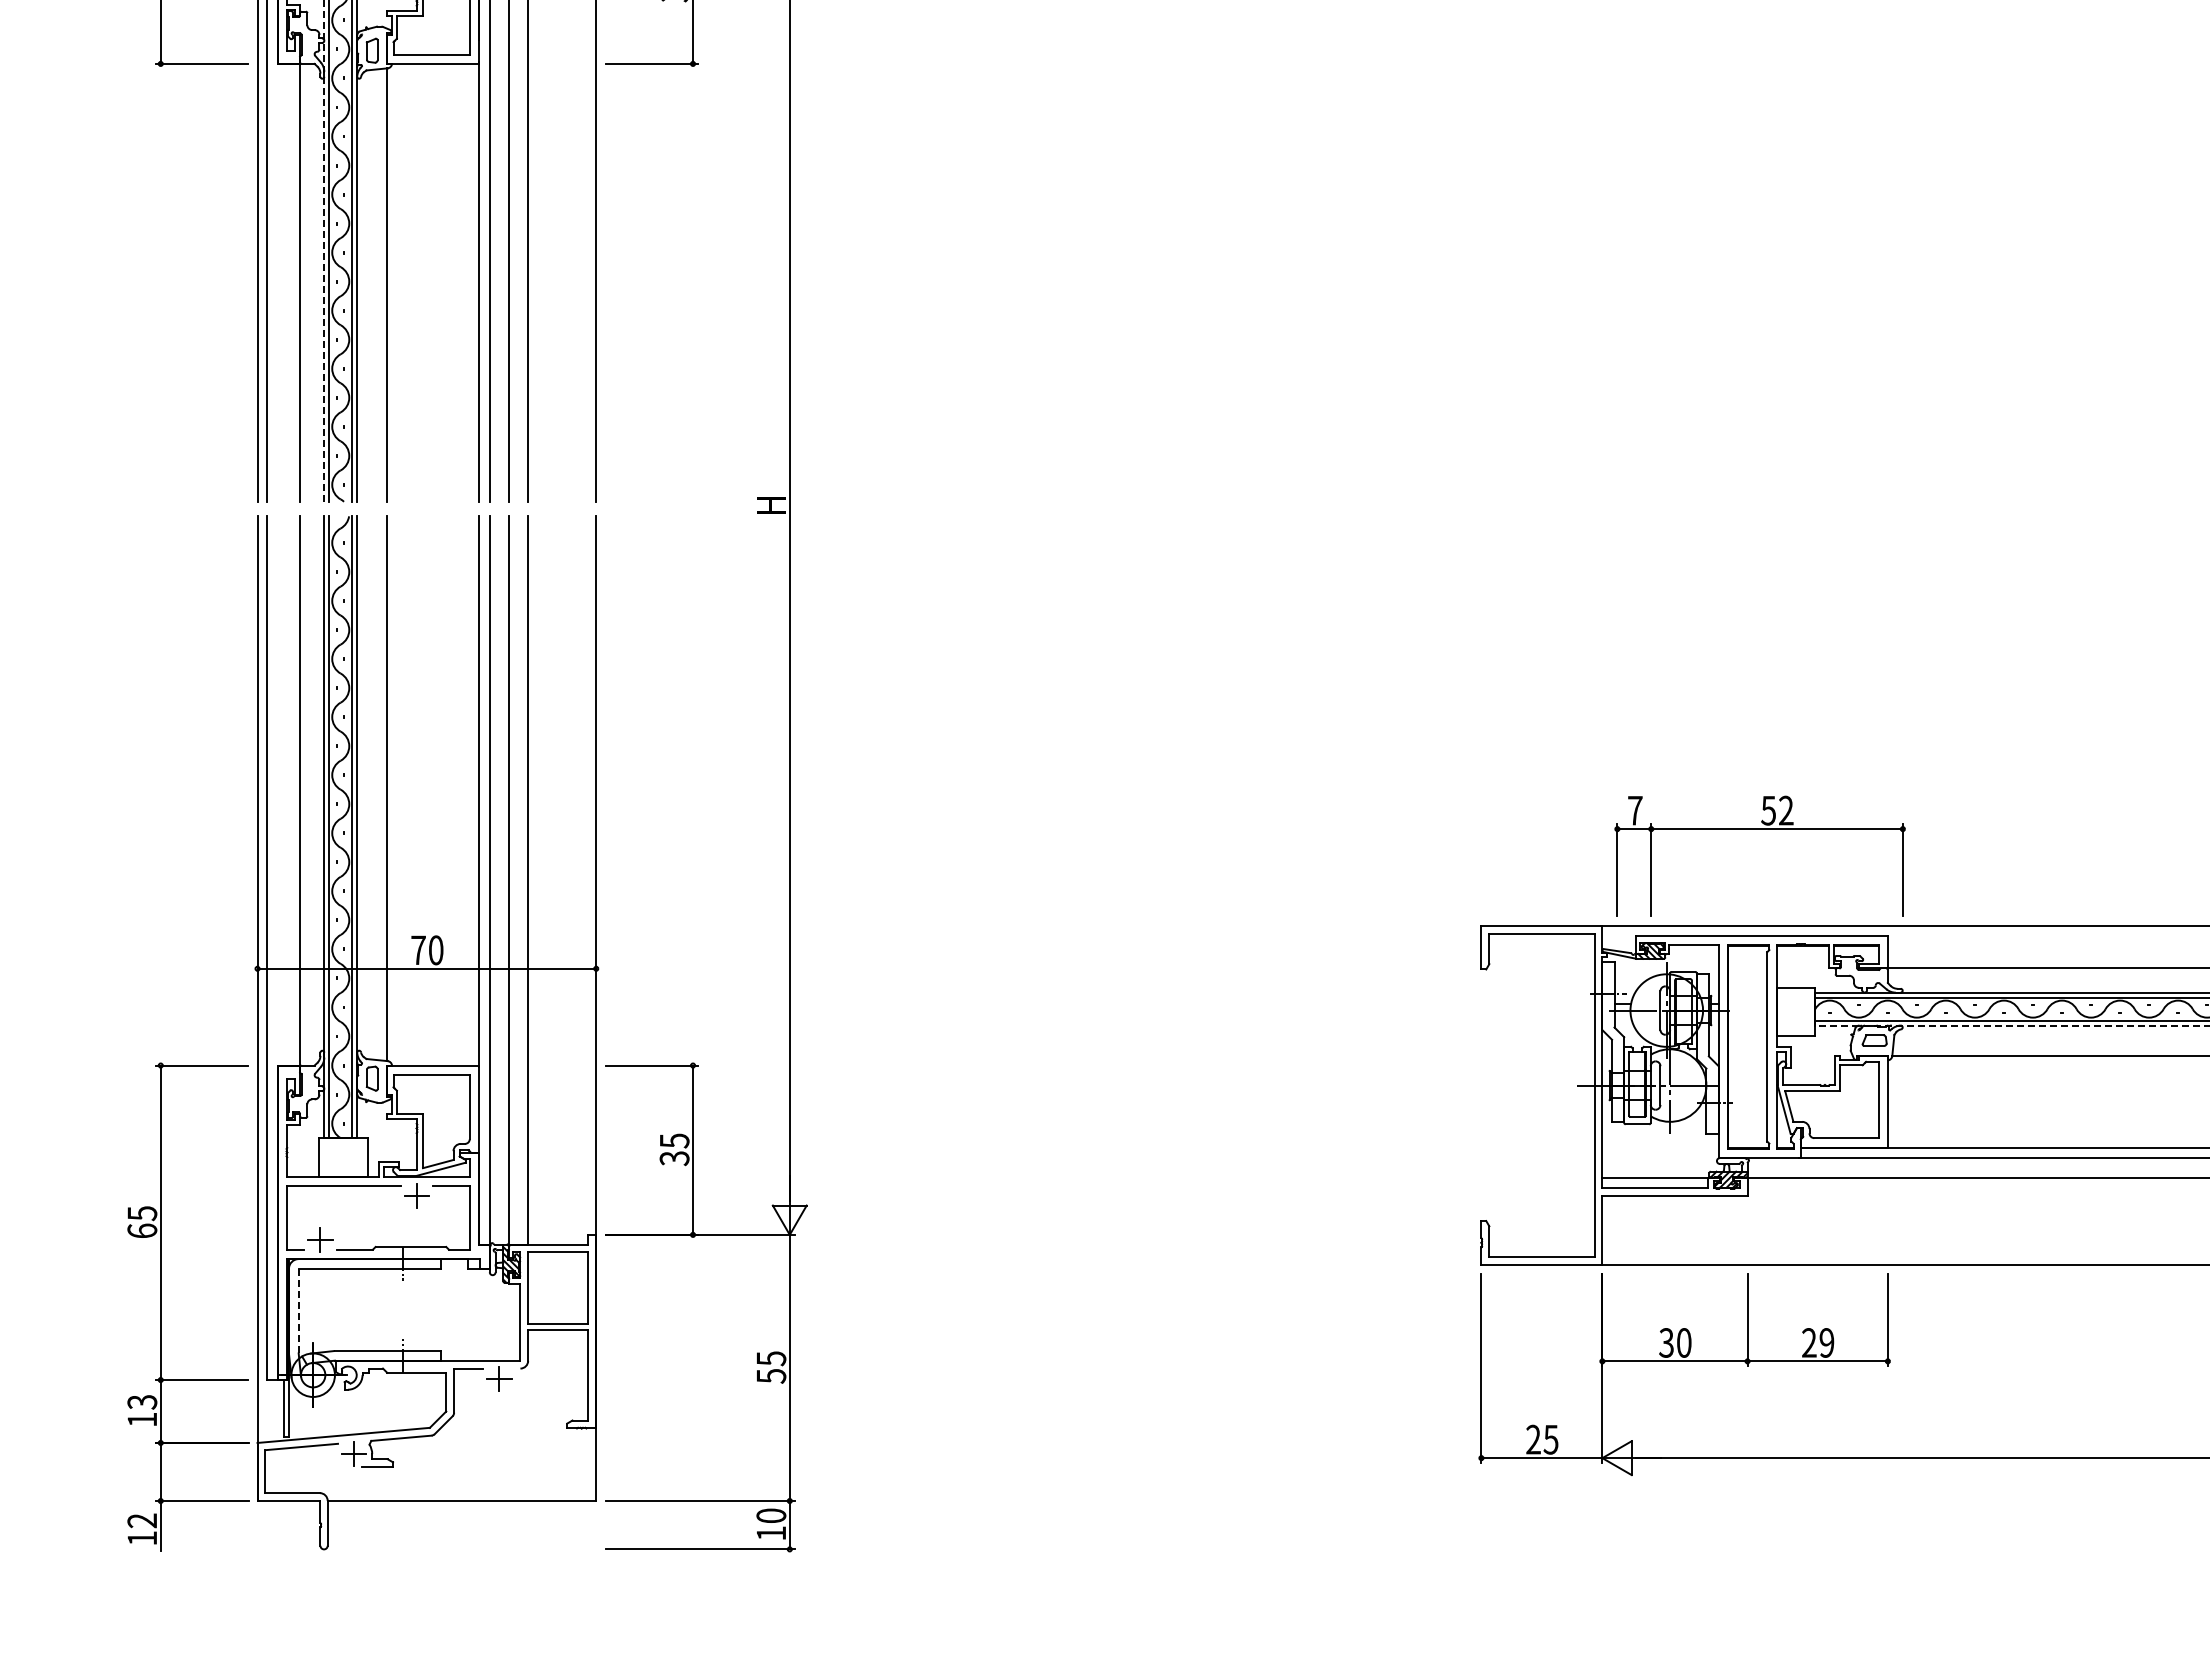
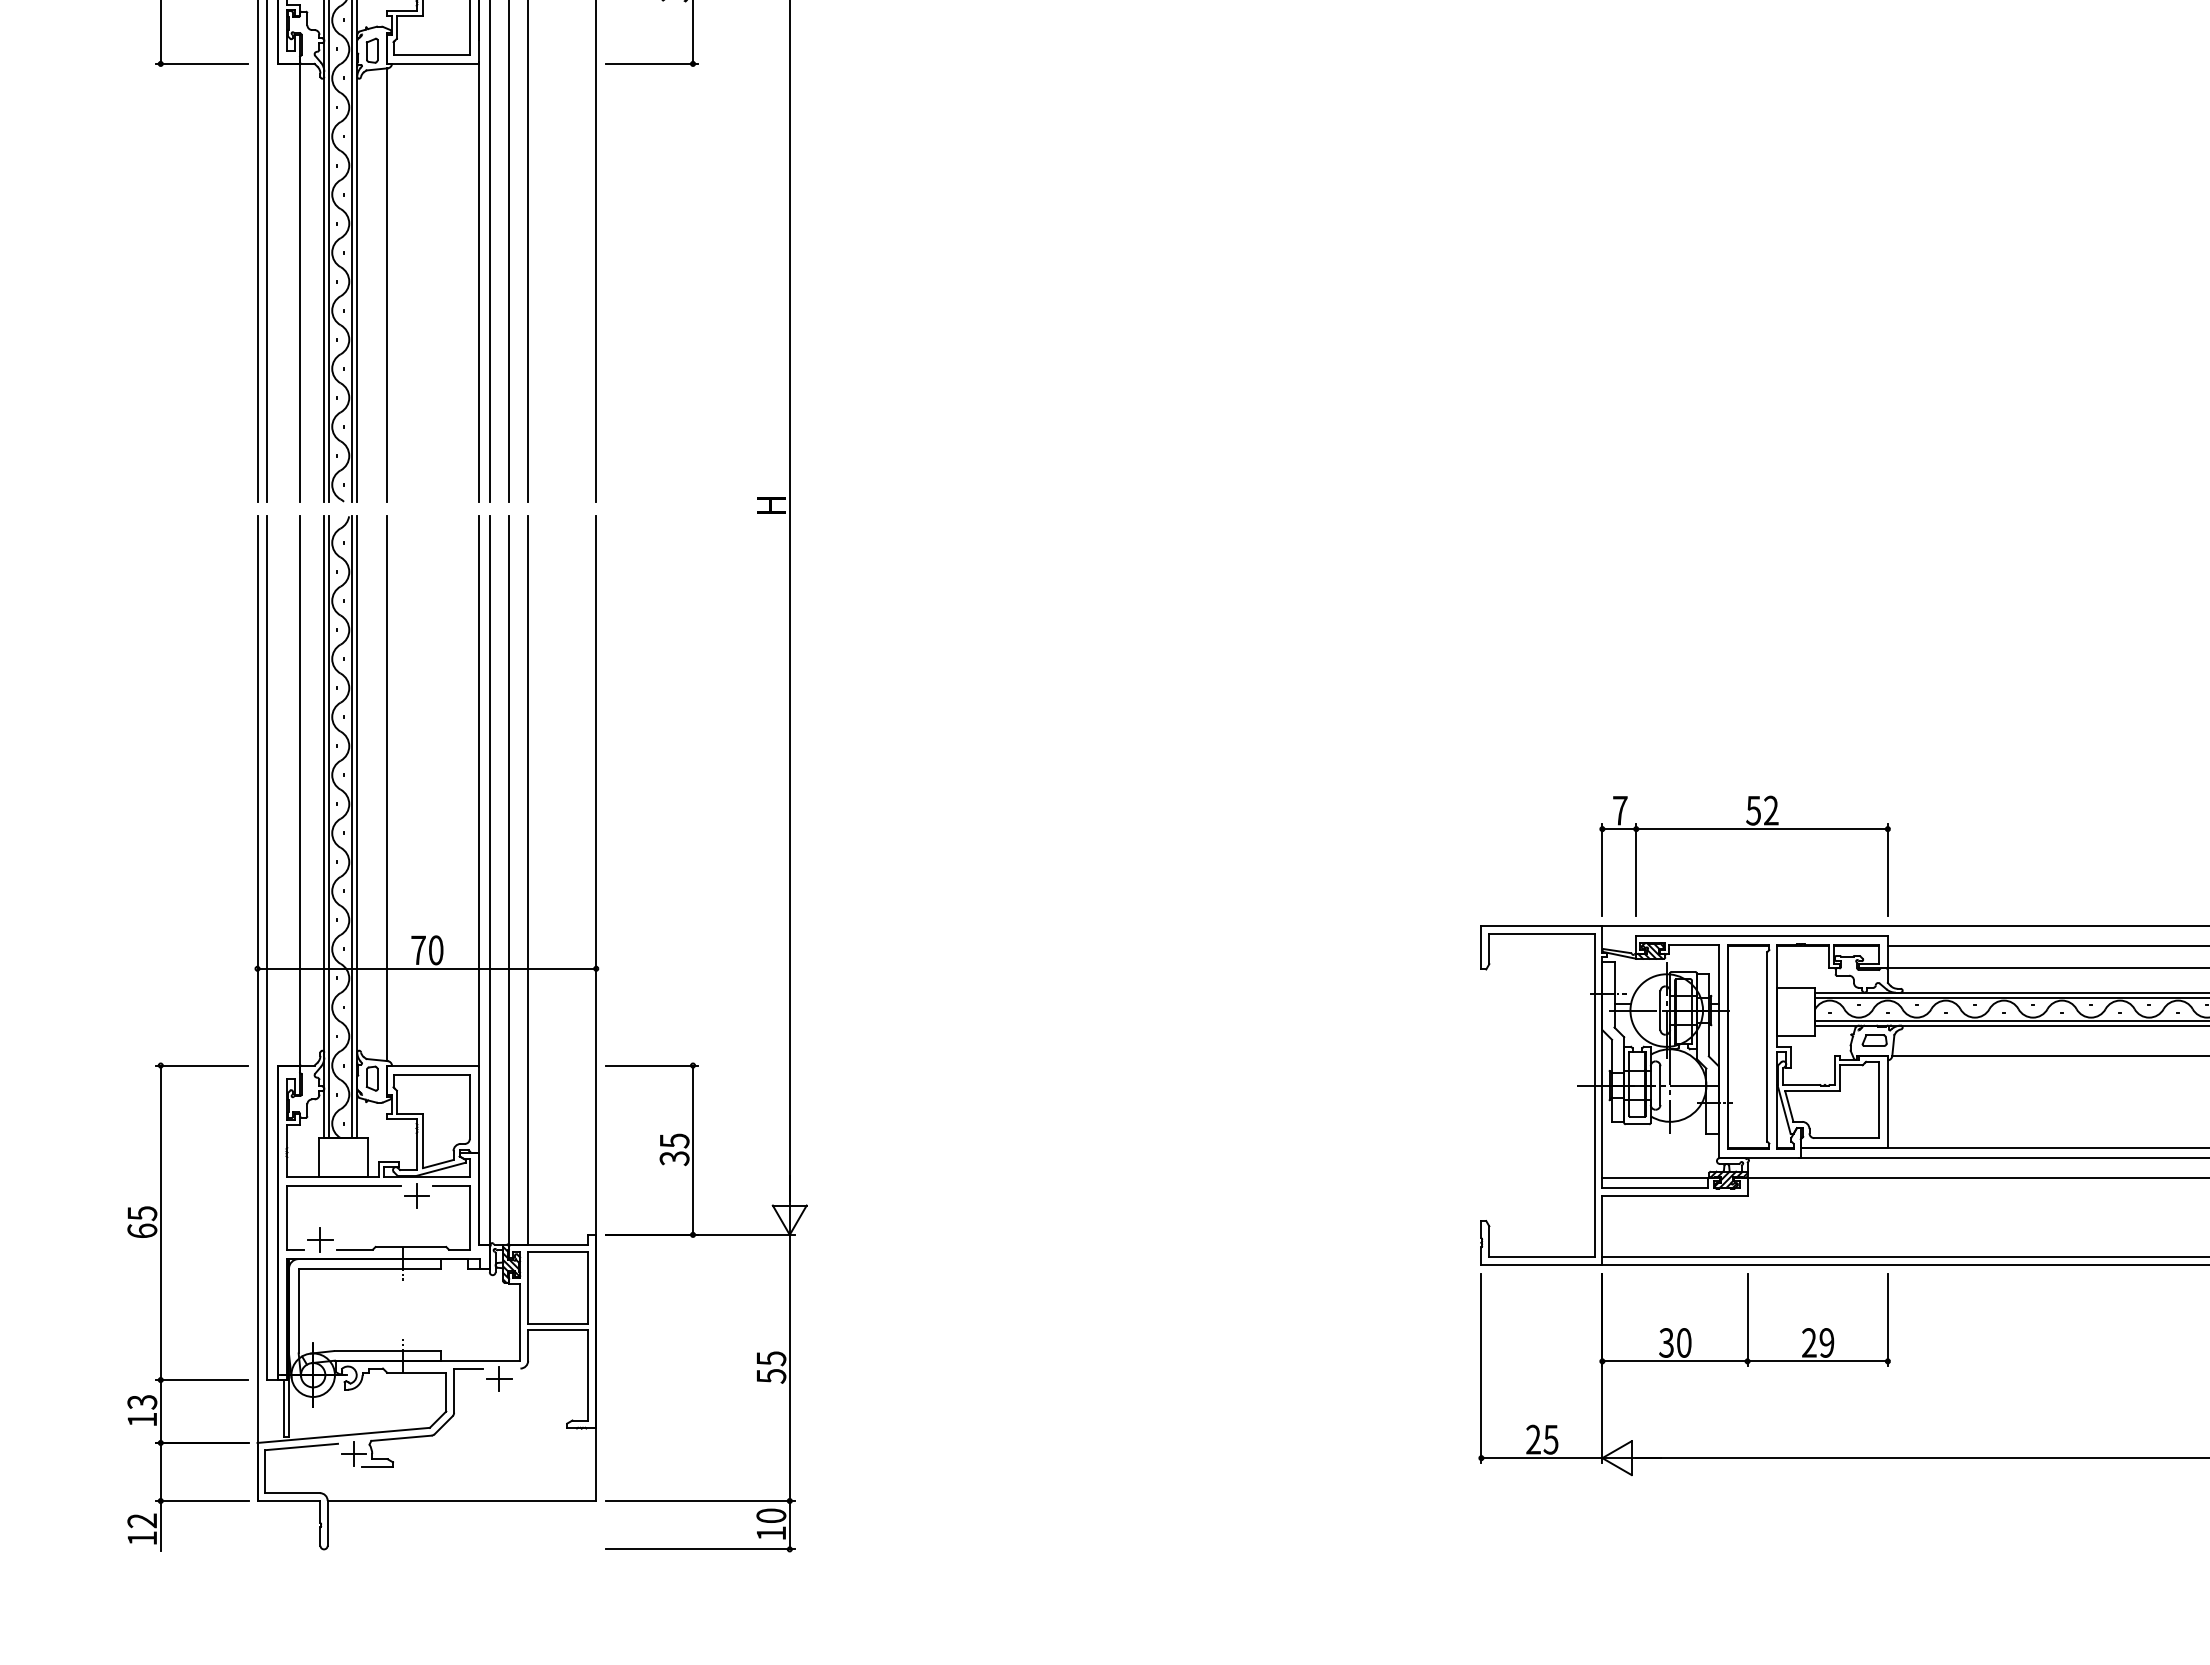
line at (324, 251): dashed -> solid
part at (1759, 829) position: (1759, 829) -> (1744, 829)
line at (2046, 946): none -> present
line at (2012, 1025): dashed -> solid
line at (1904, 1256): none -> present
line at (298, 1310): dashed -> solid
